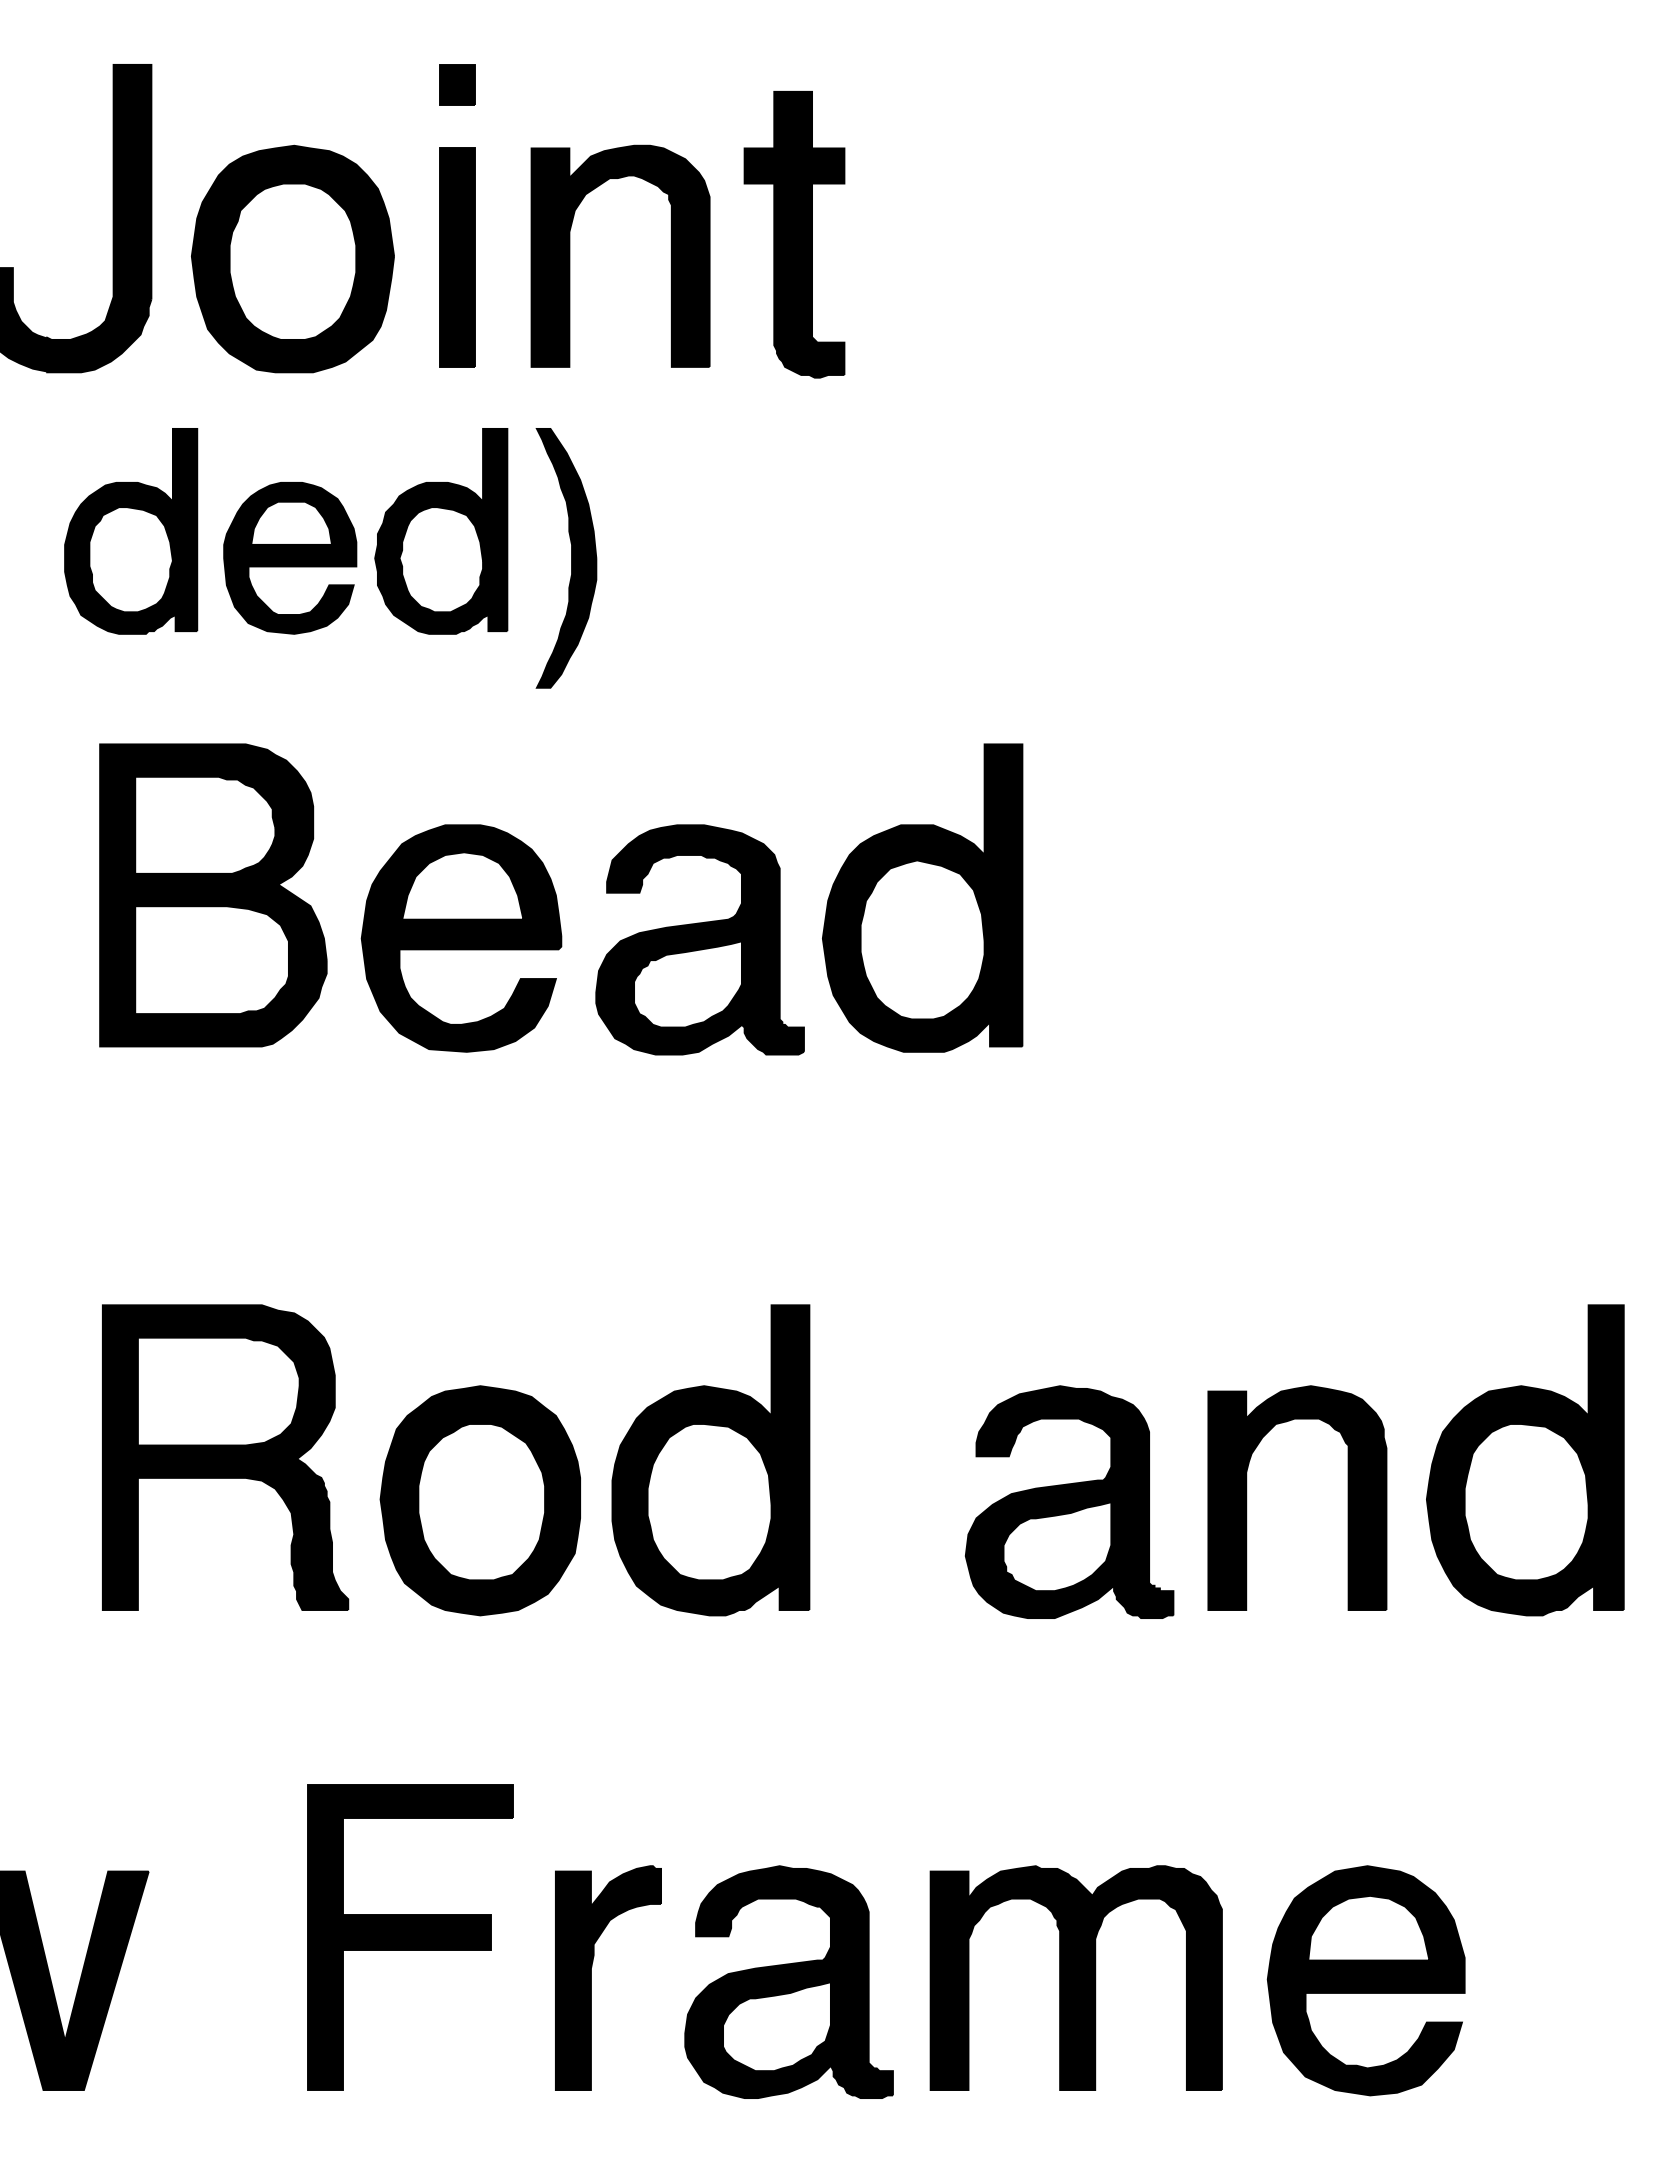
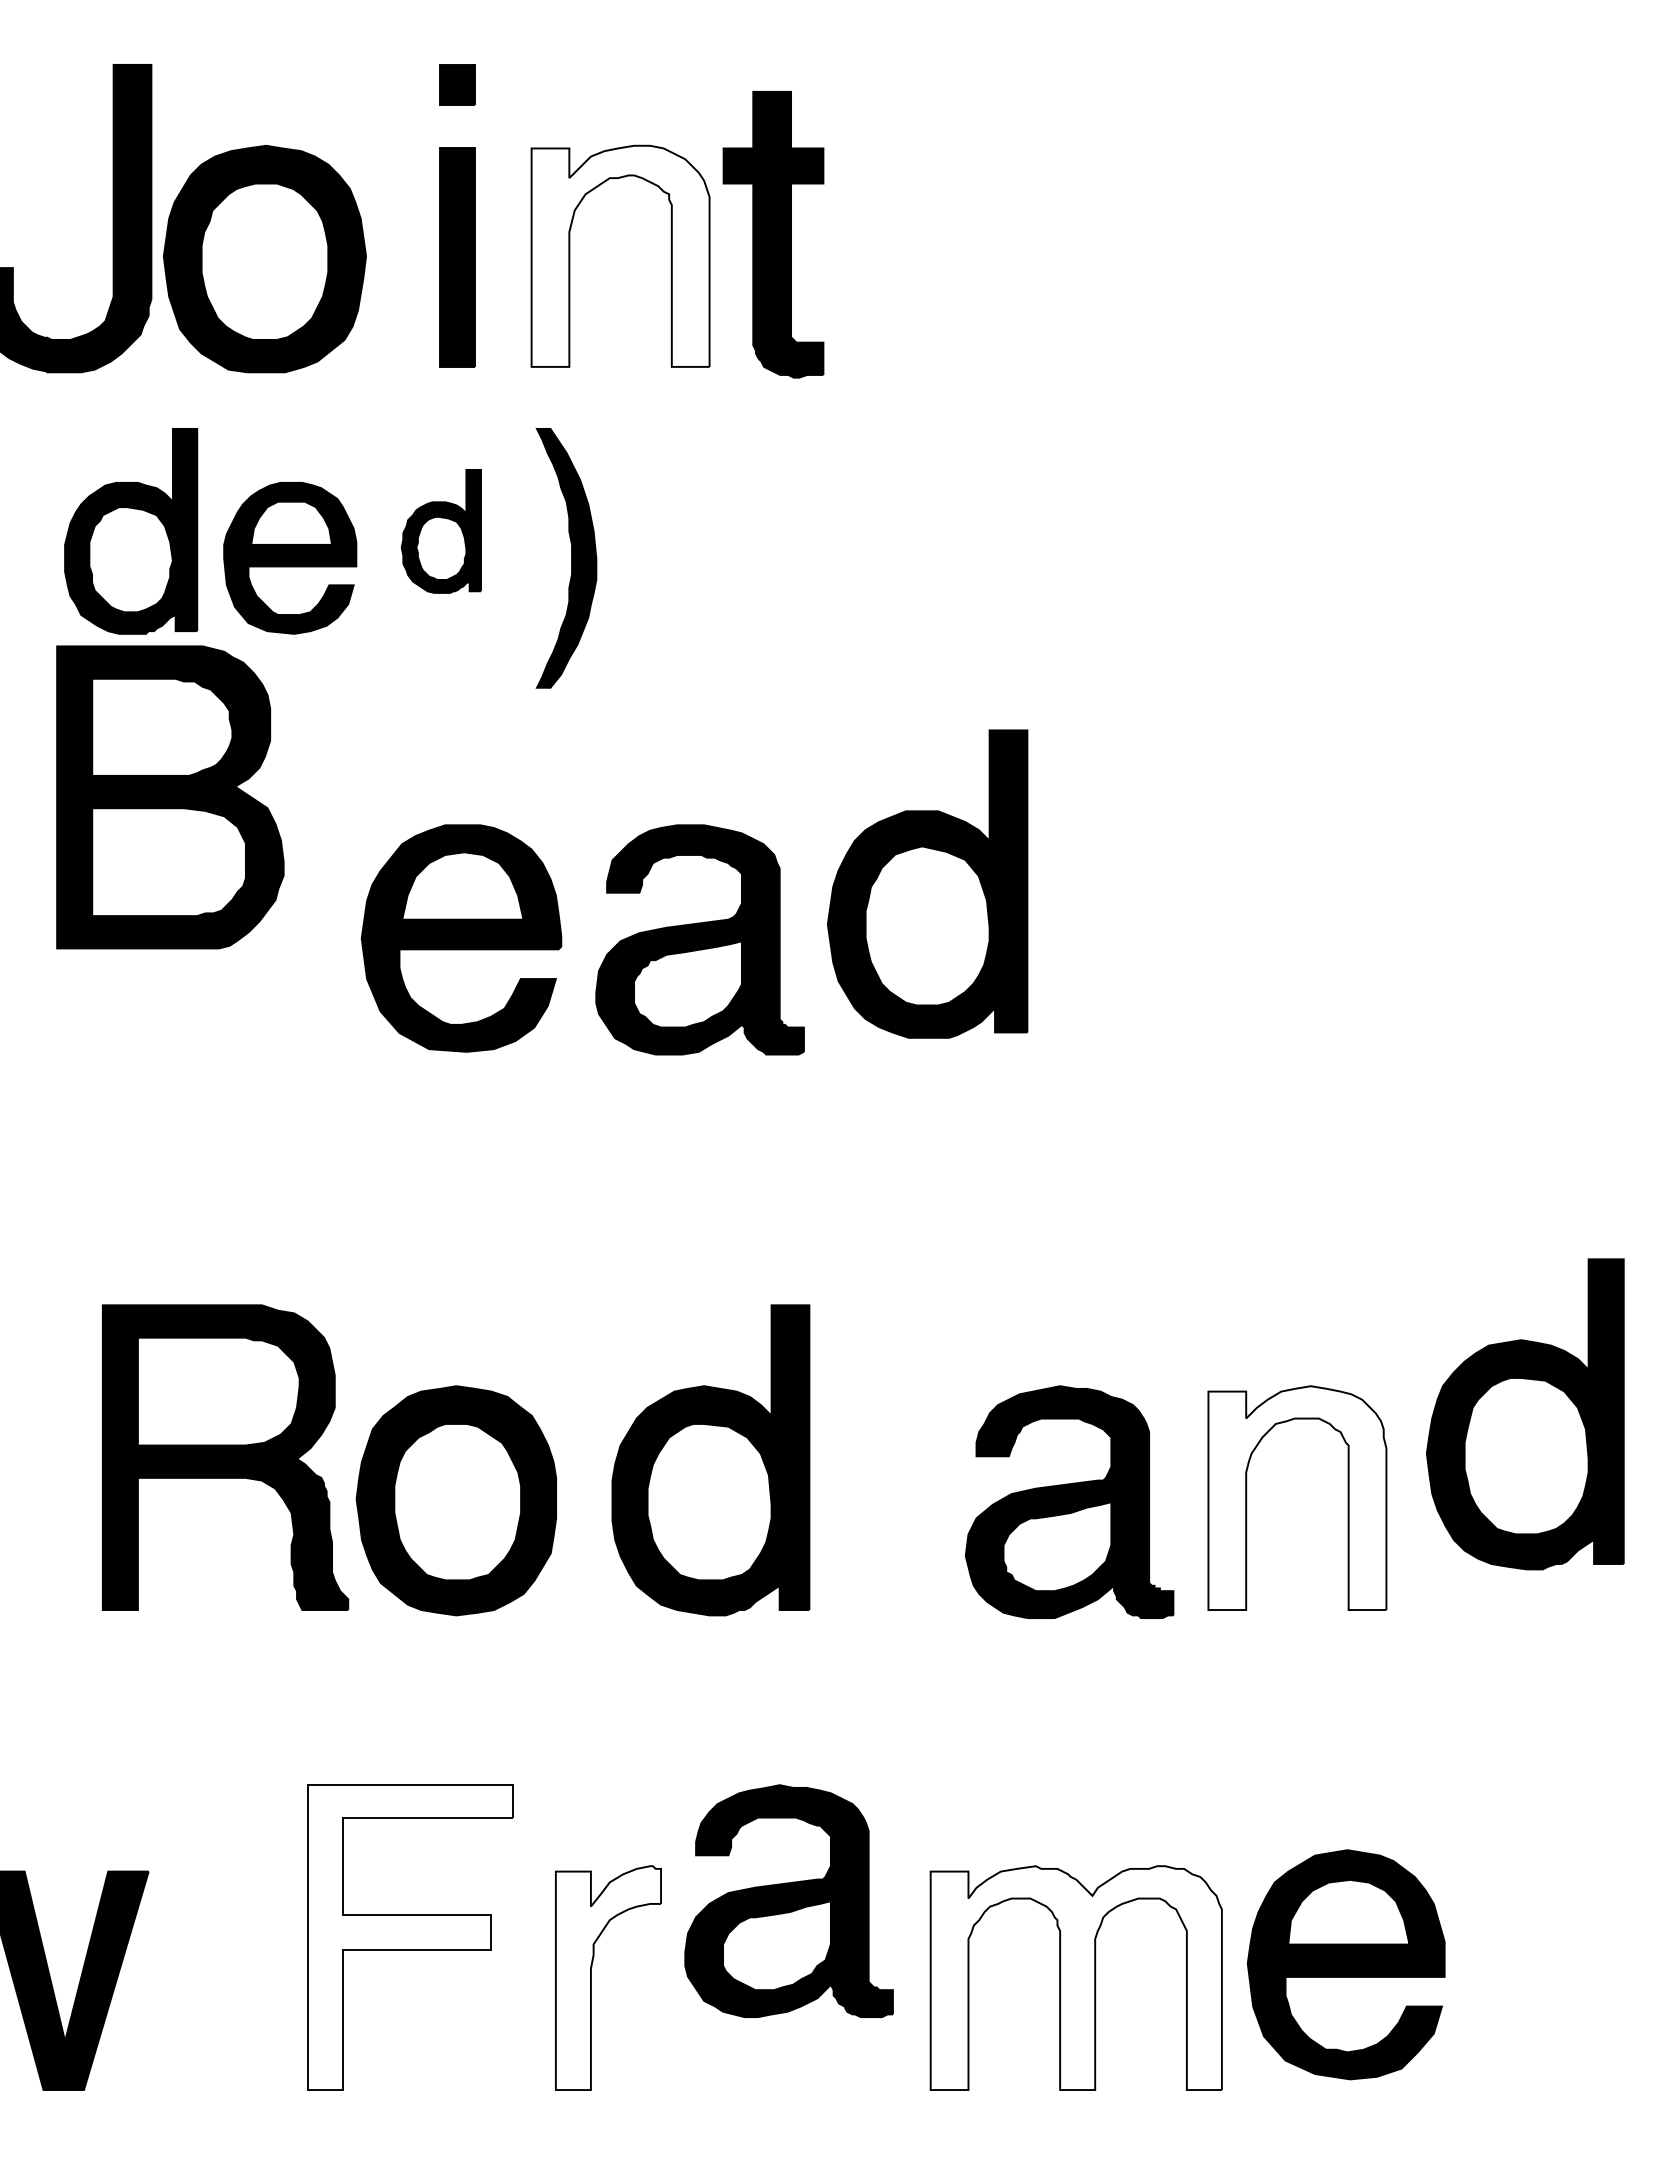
part at (794, 234) position: (794, 234) -> (773, 234)
fill at (620, 255): present -> none
part at (292, 258) position: (292, 258) -> (264, 258)
part at (441, 531) size: 135x207 px -> 82x125 px
part at (213, 895) position: (213, 895) -> (170, 797)
part at (922, 897) position: (922, 897) -> (927, 883)
part at (1525, 1460) position: (1525, 1460) -> (1525, 1414)
fill at (1297, 1498): present -> none
part at (479, 1500) position: (479, 1500) -> (455, 1500)
fill at (409, 1937): present -> none
fill at (608, 1978): present -> none
fill at (1075, 1978): present -> none
part at (1365, 1980) position: (1365, 1980) -> (1345, 1964)
part at (788, 1981) position: (788, 1981) -> (788, 1900)
